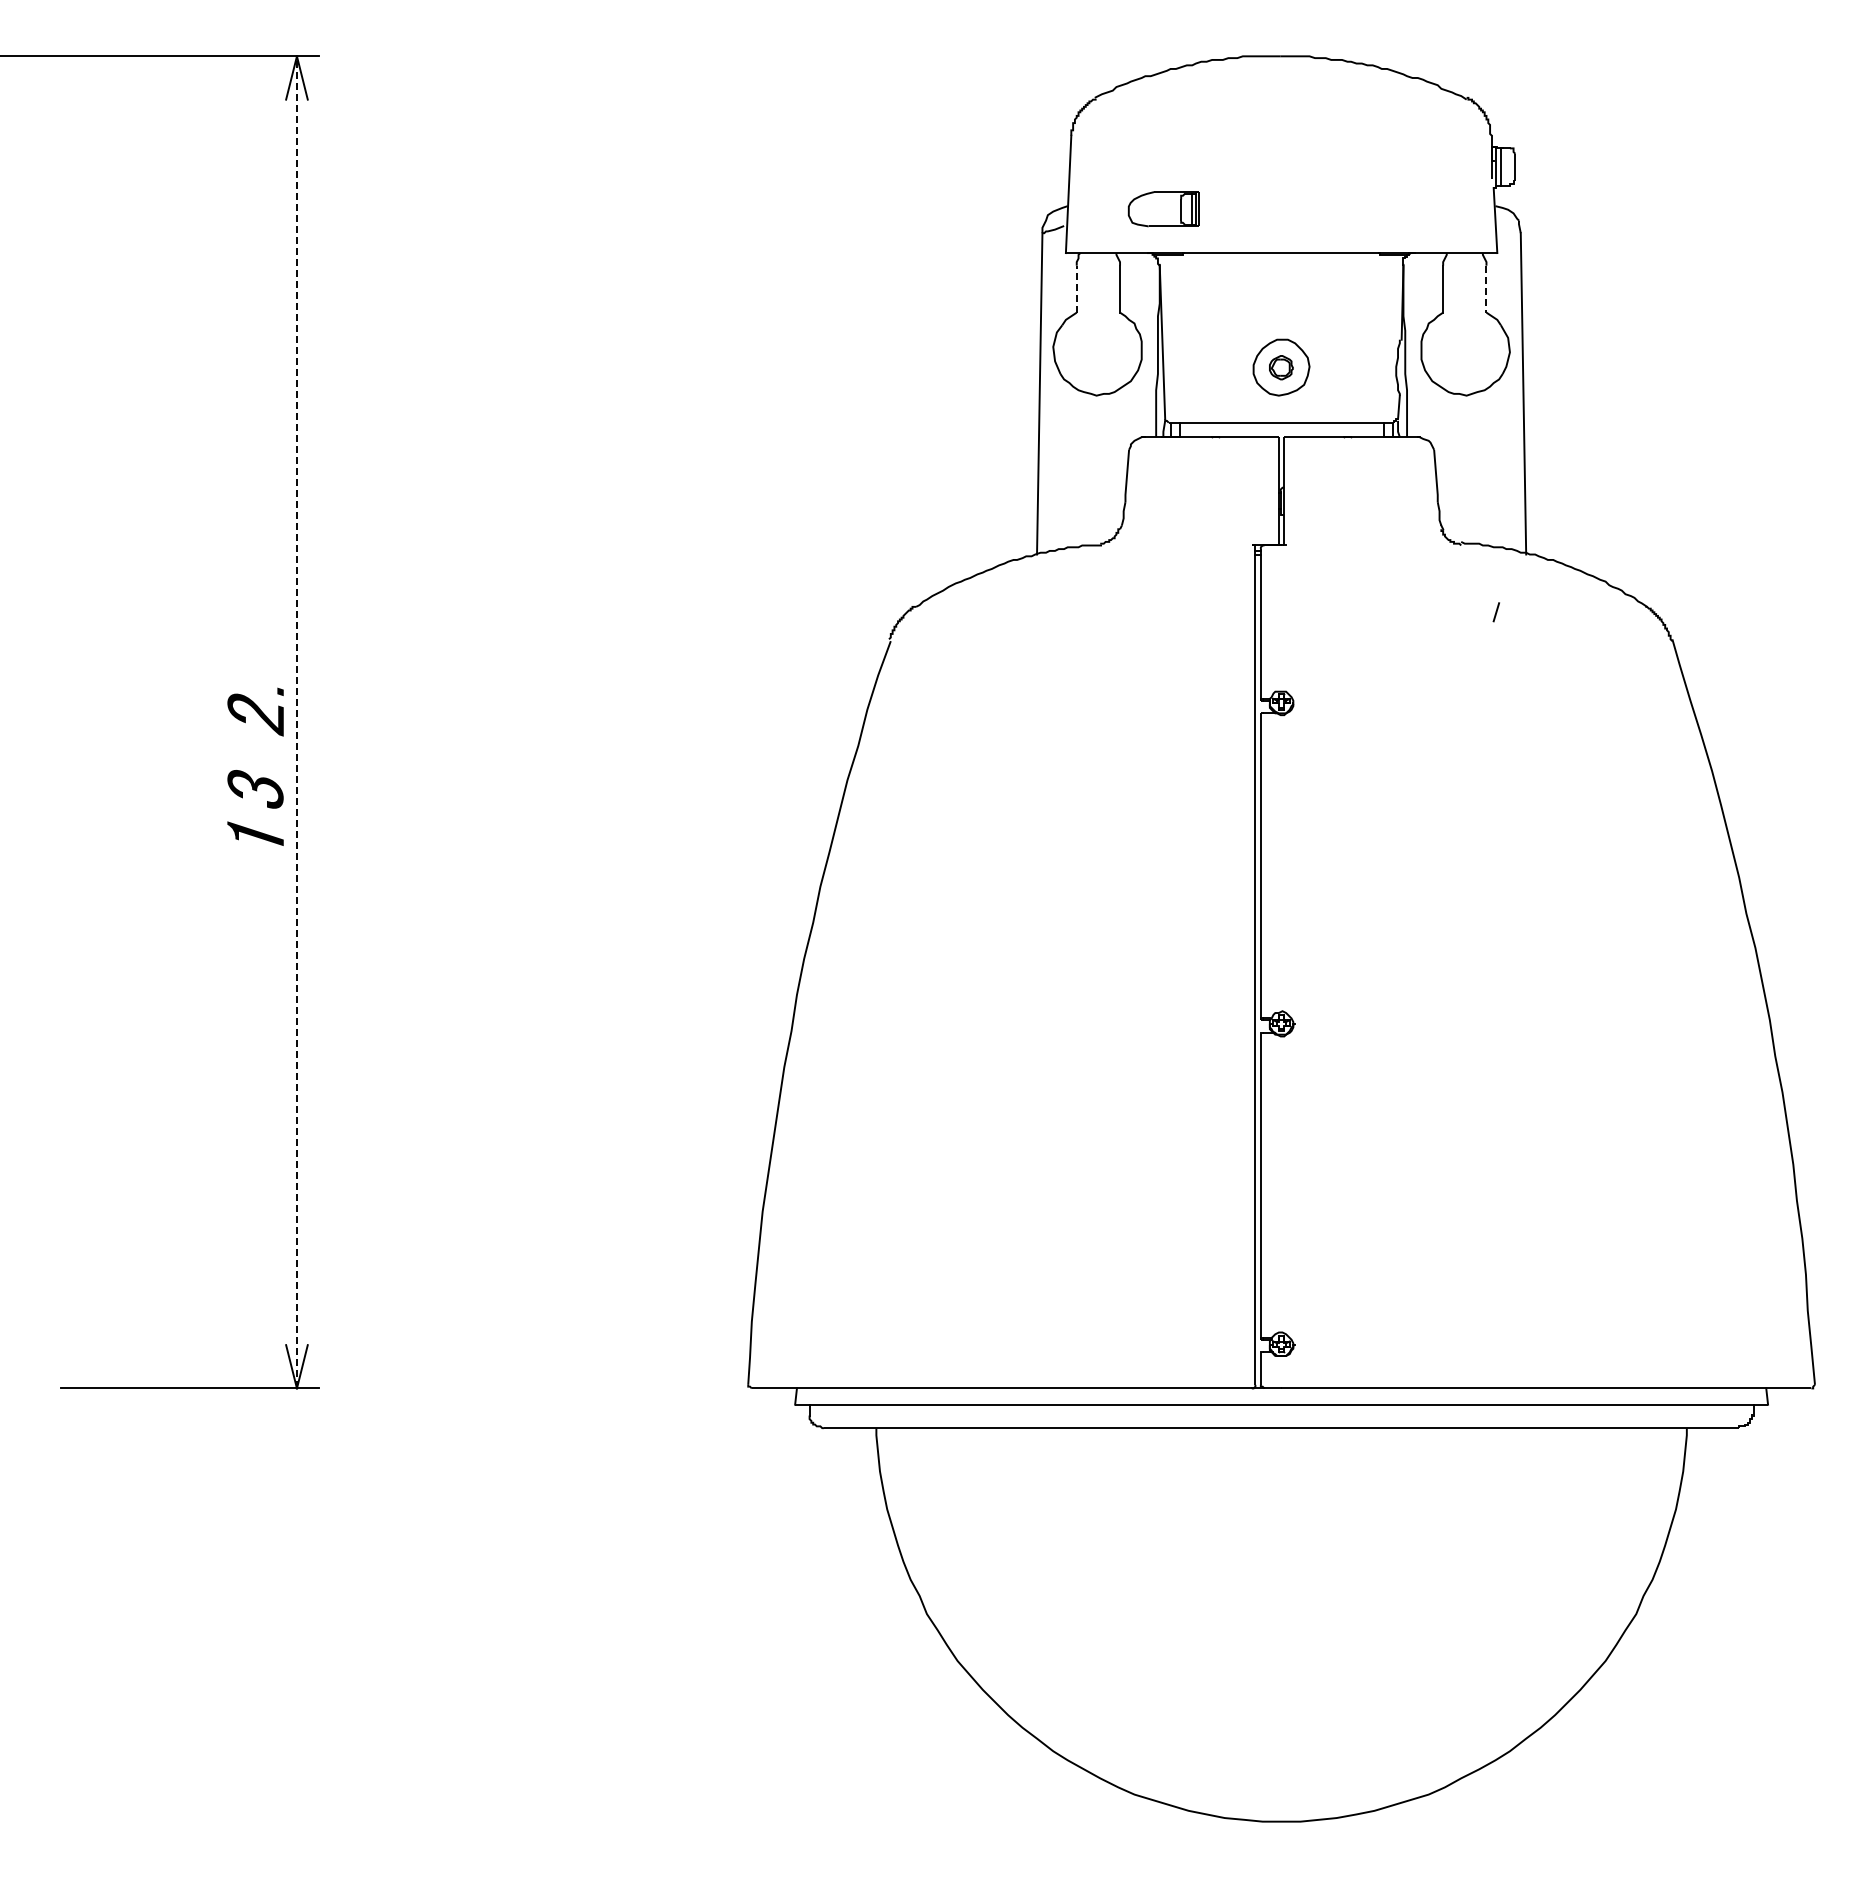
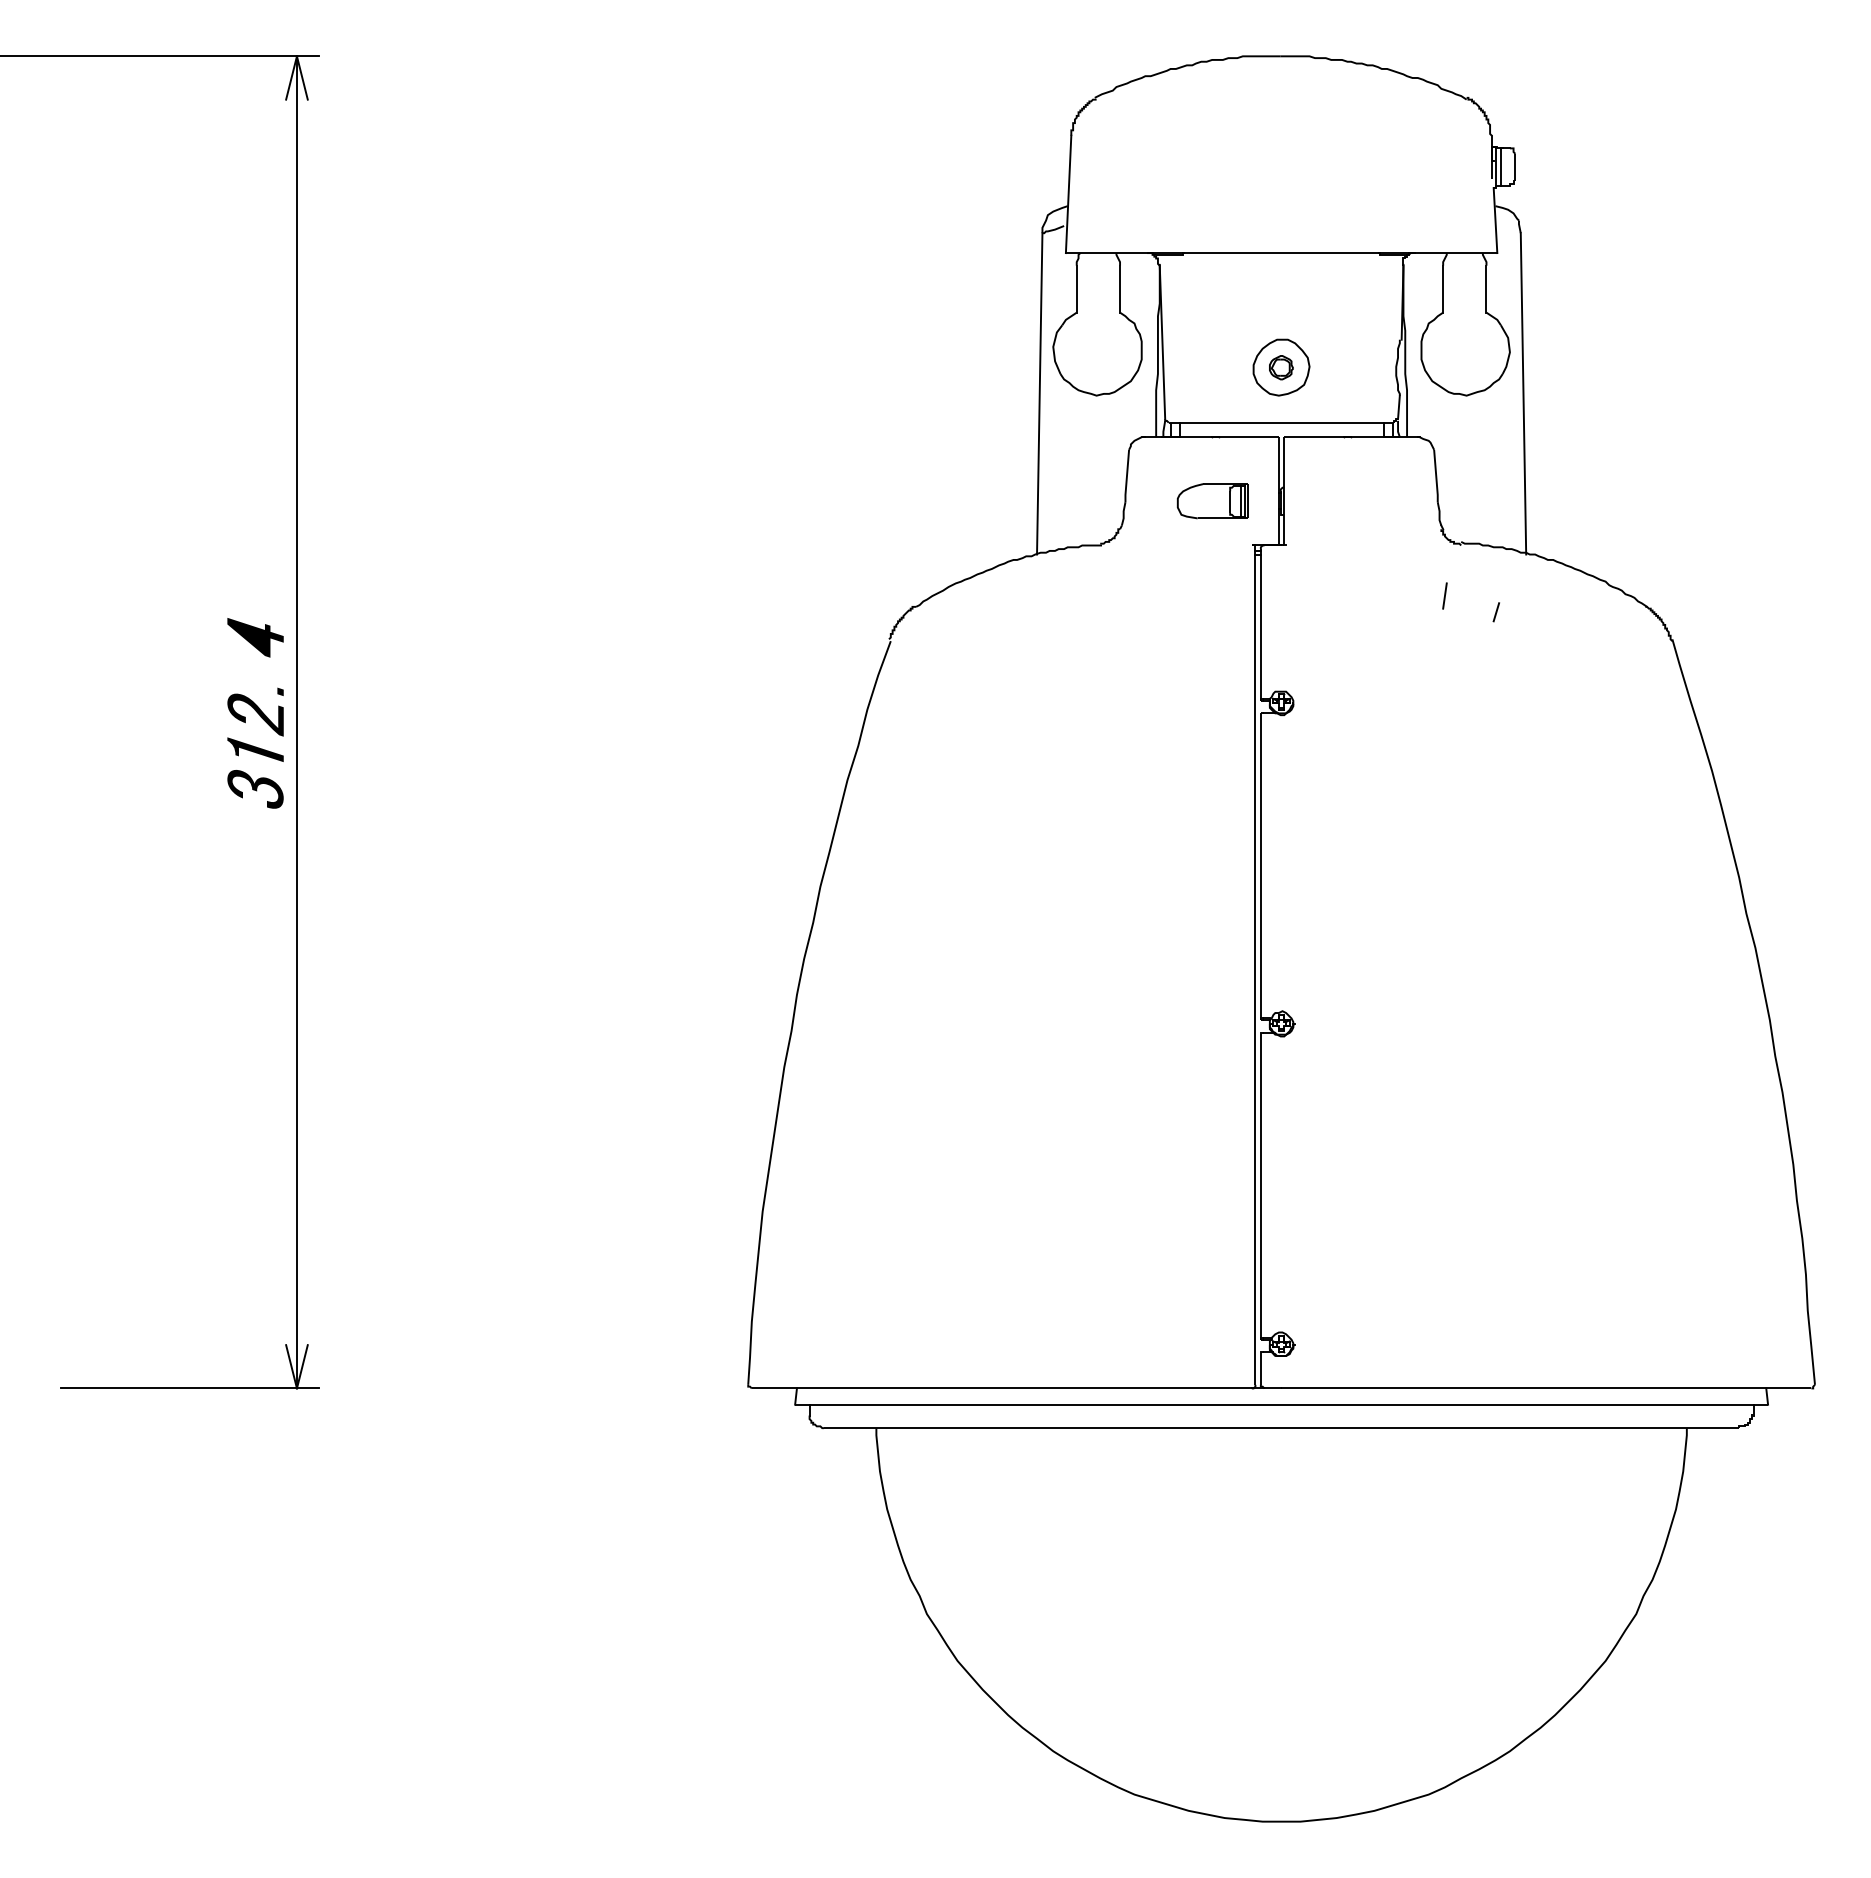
part at (1163, 209) position: (1163, 209) -> (1212, 501)
line at (1076, 288): dashed -> solid
line at (1486, 289): dashed -> solid
line at (1444, 595): none -> present
part at (255, 637): none -> present
line at (296, 721): dashed -> solid
part at (255, 833) position: (255, 833) -> (255, 749)
